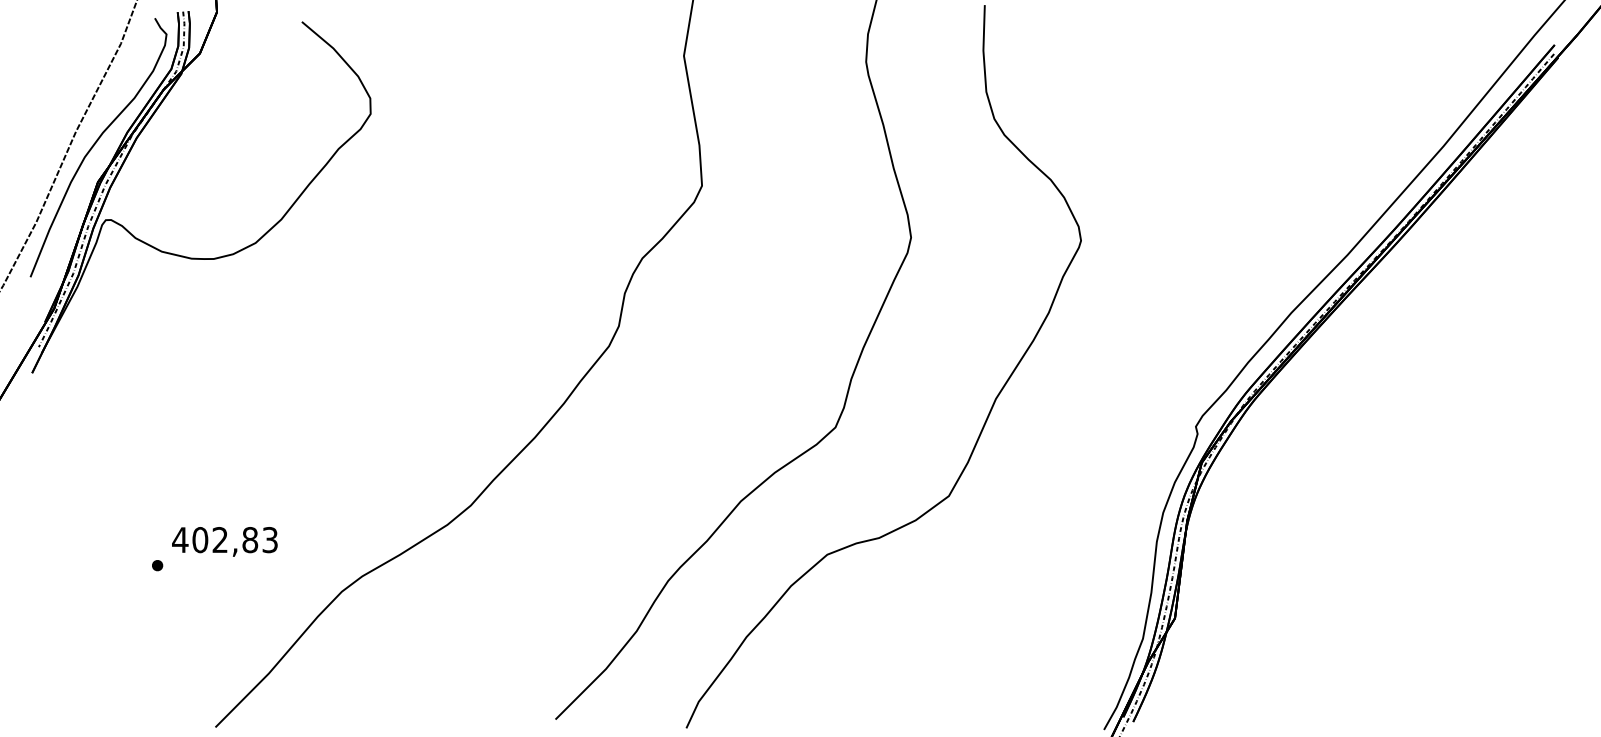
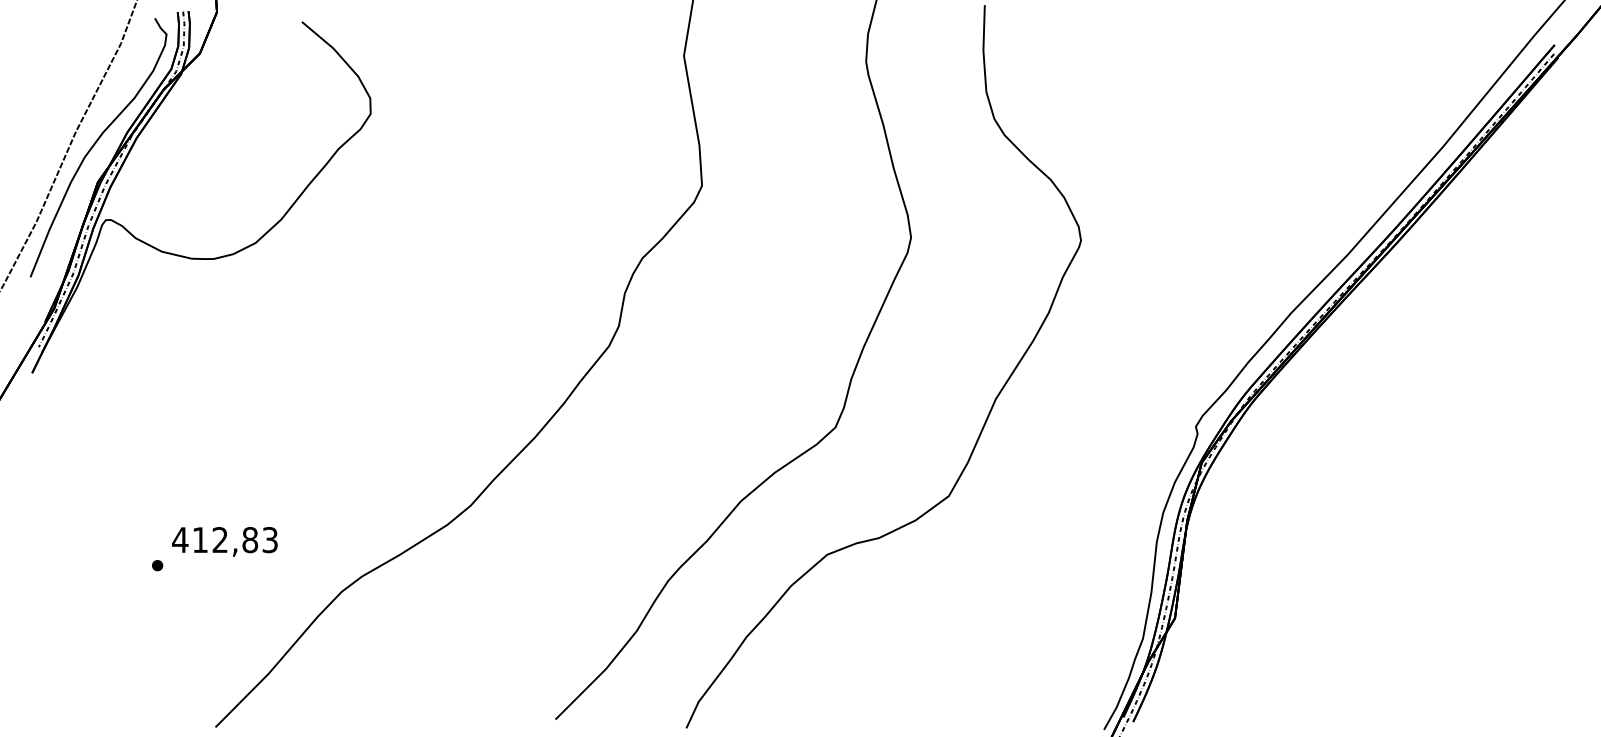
text at (200, 540): 402,83 -> 412,83
